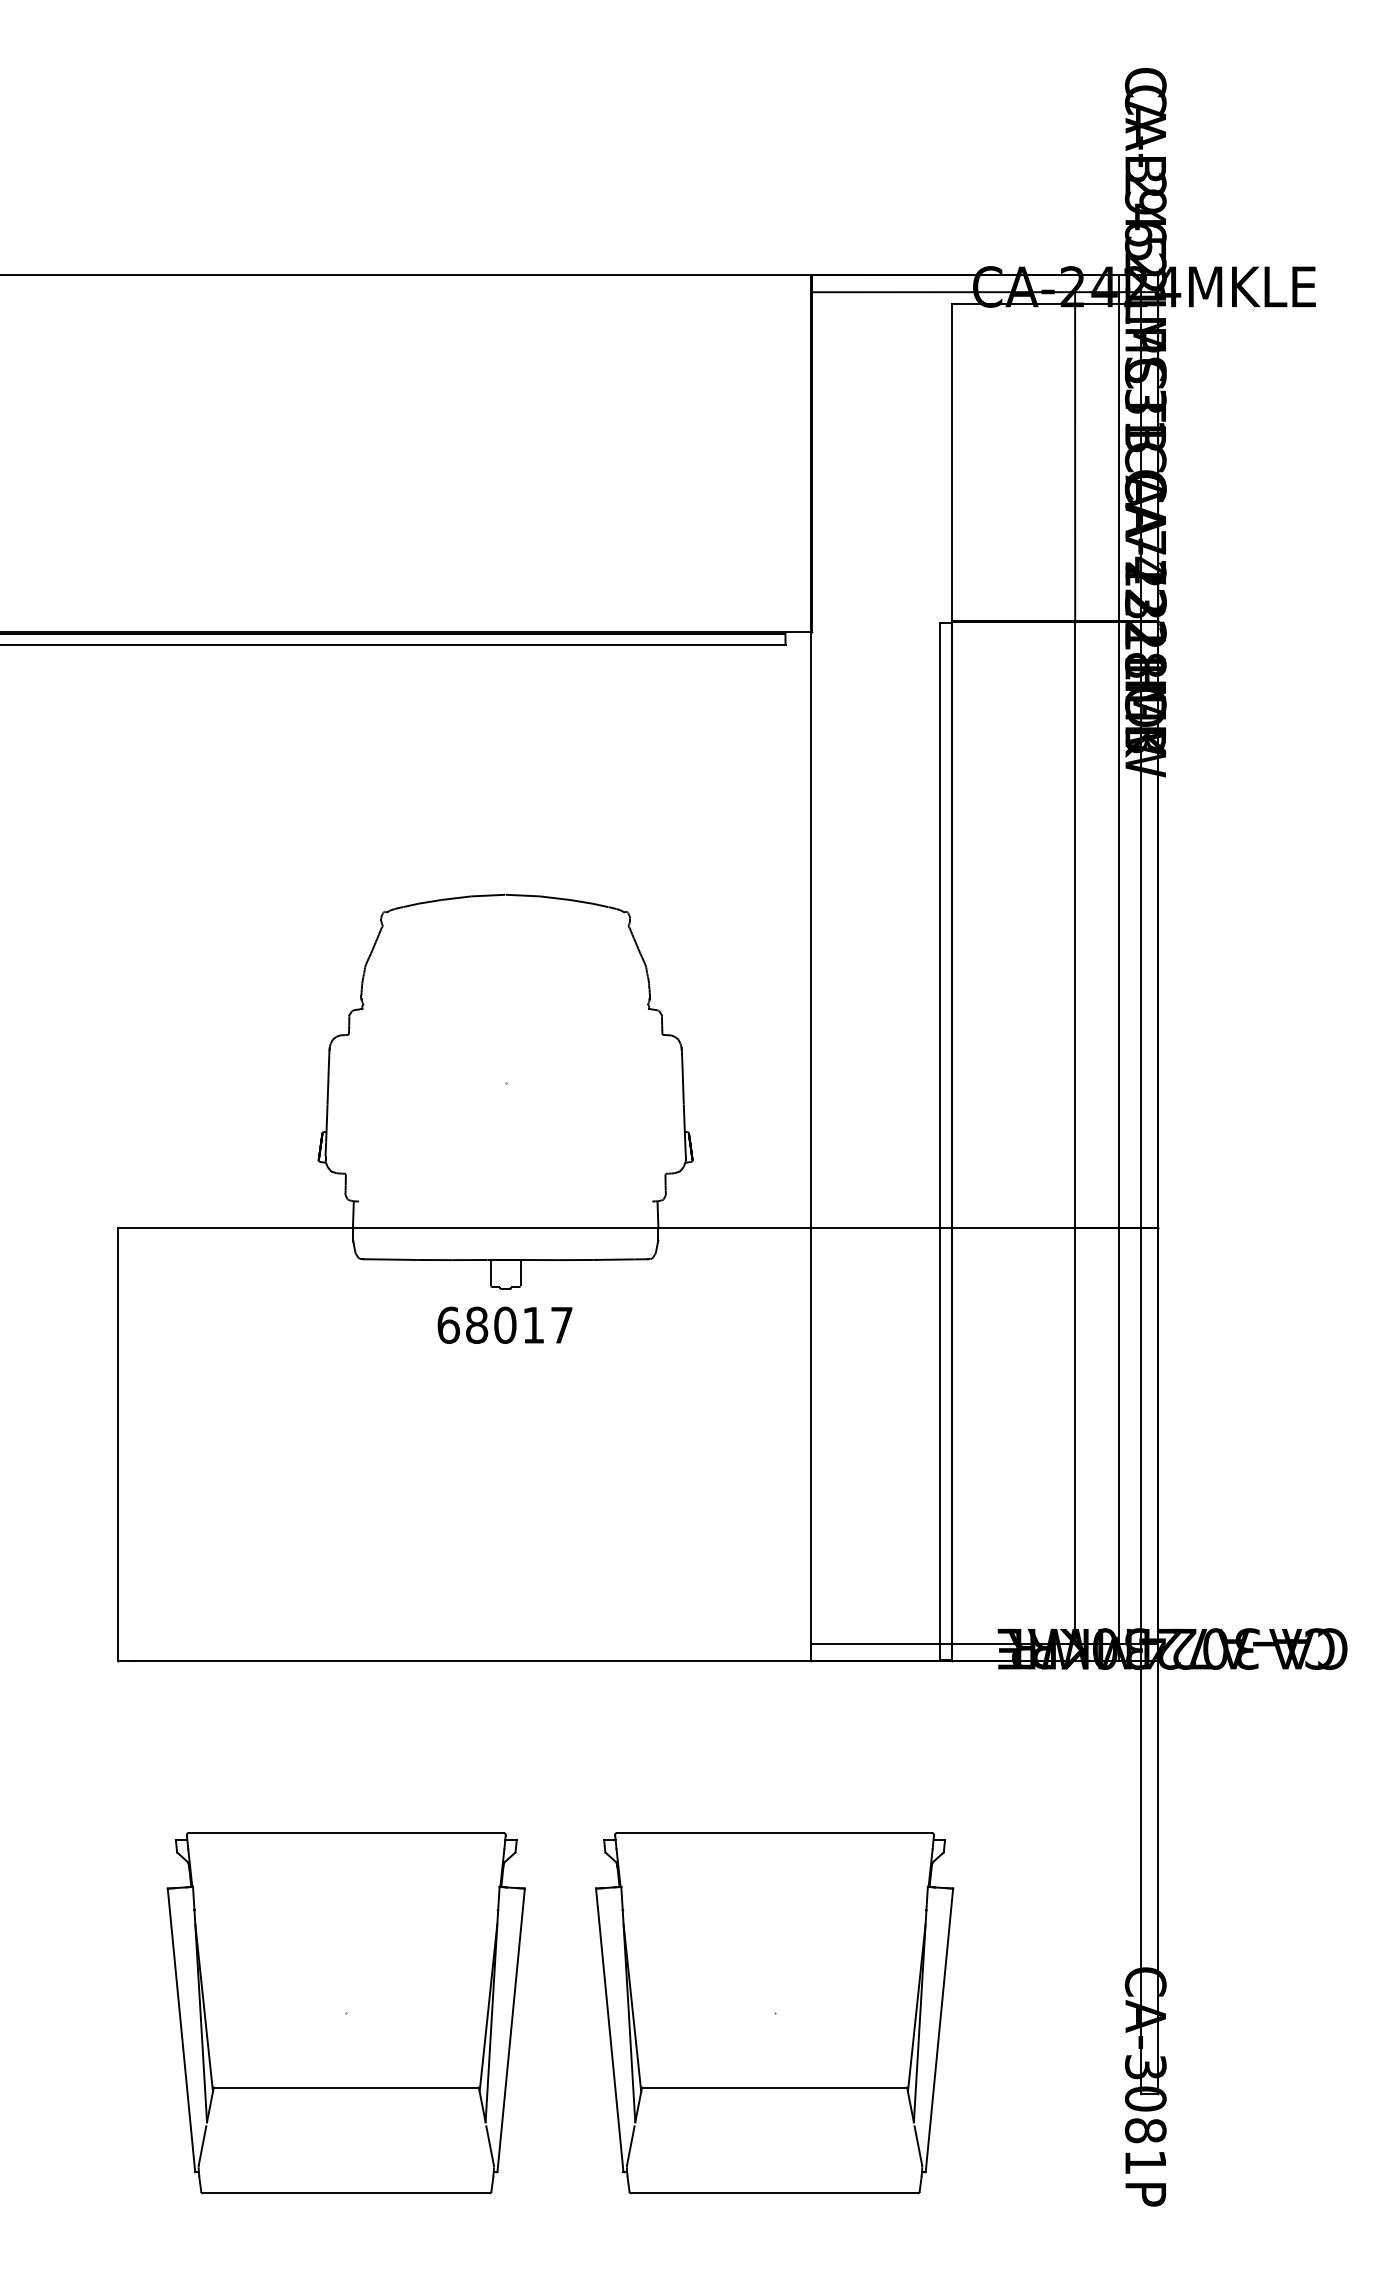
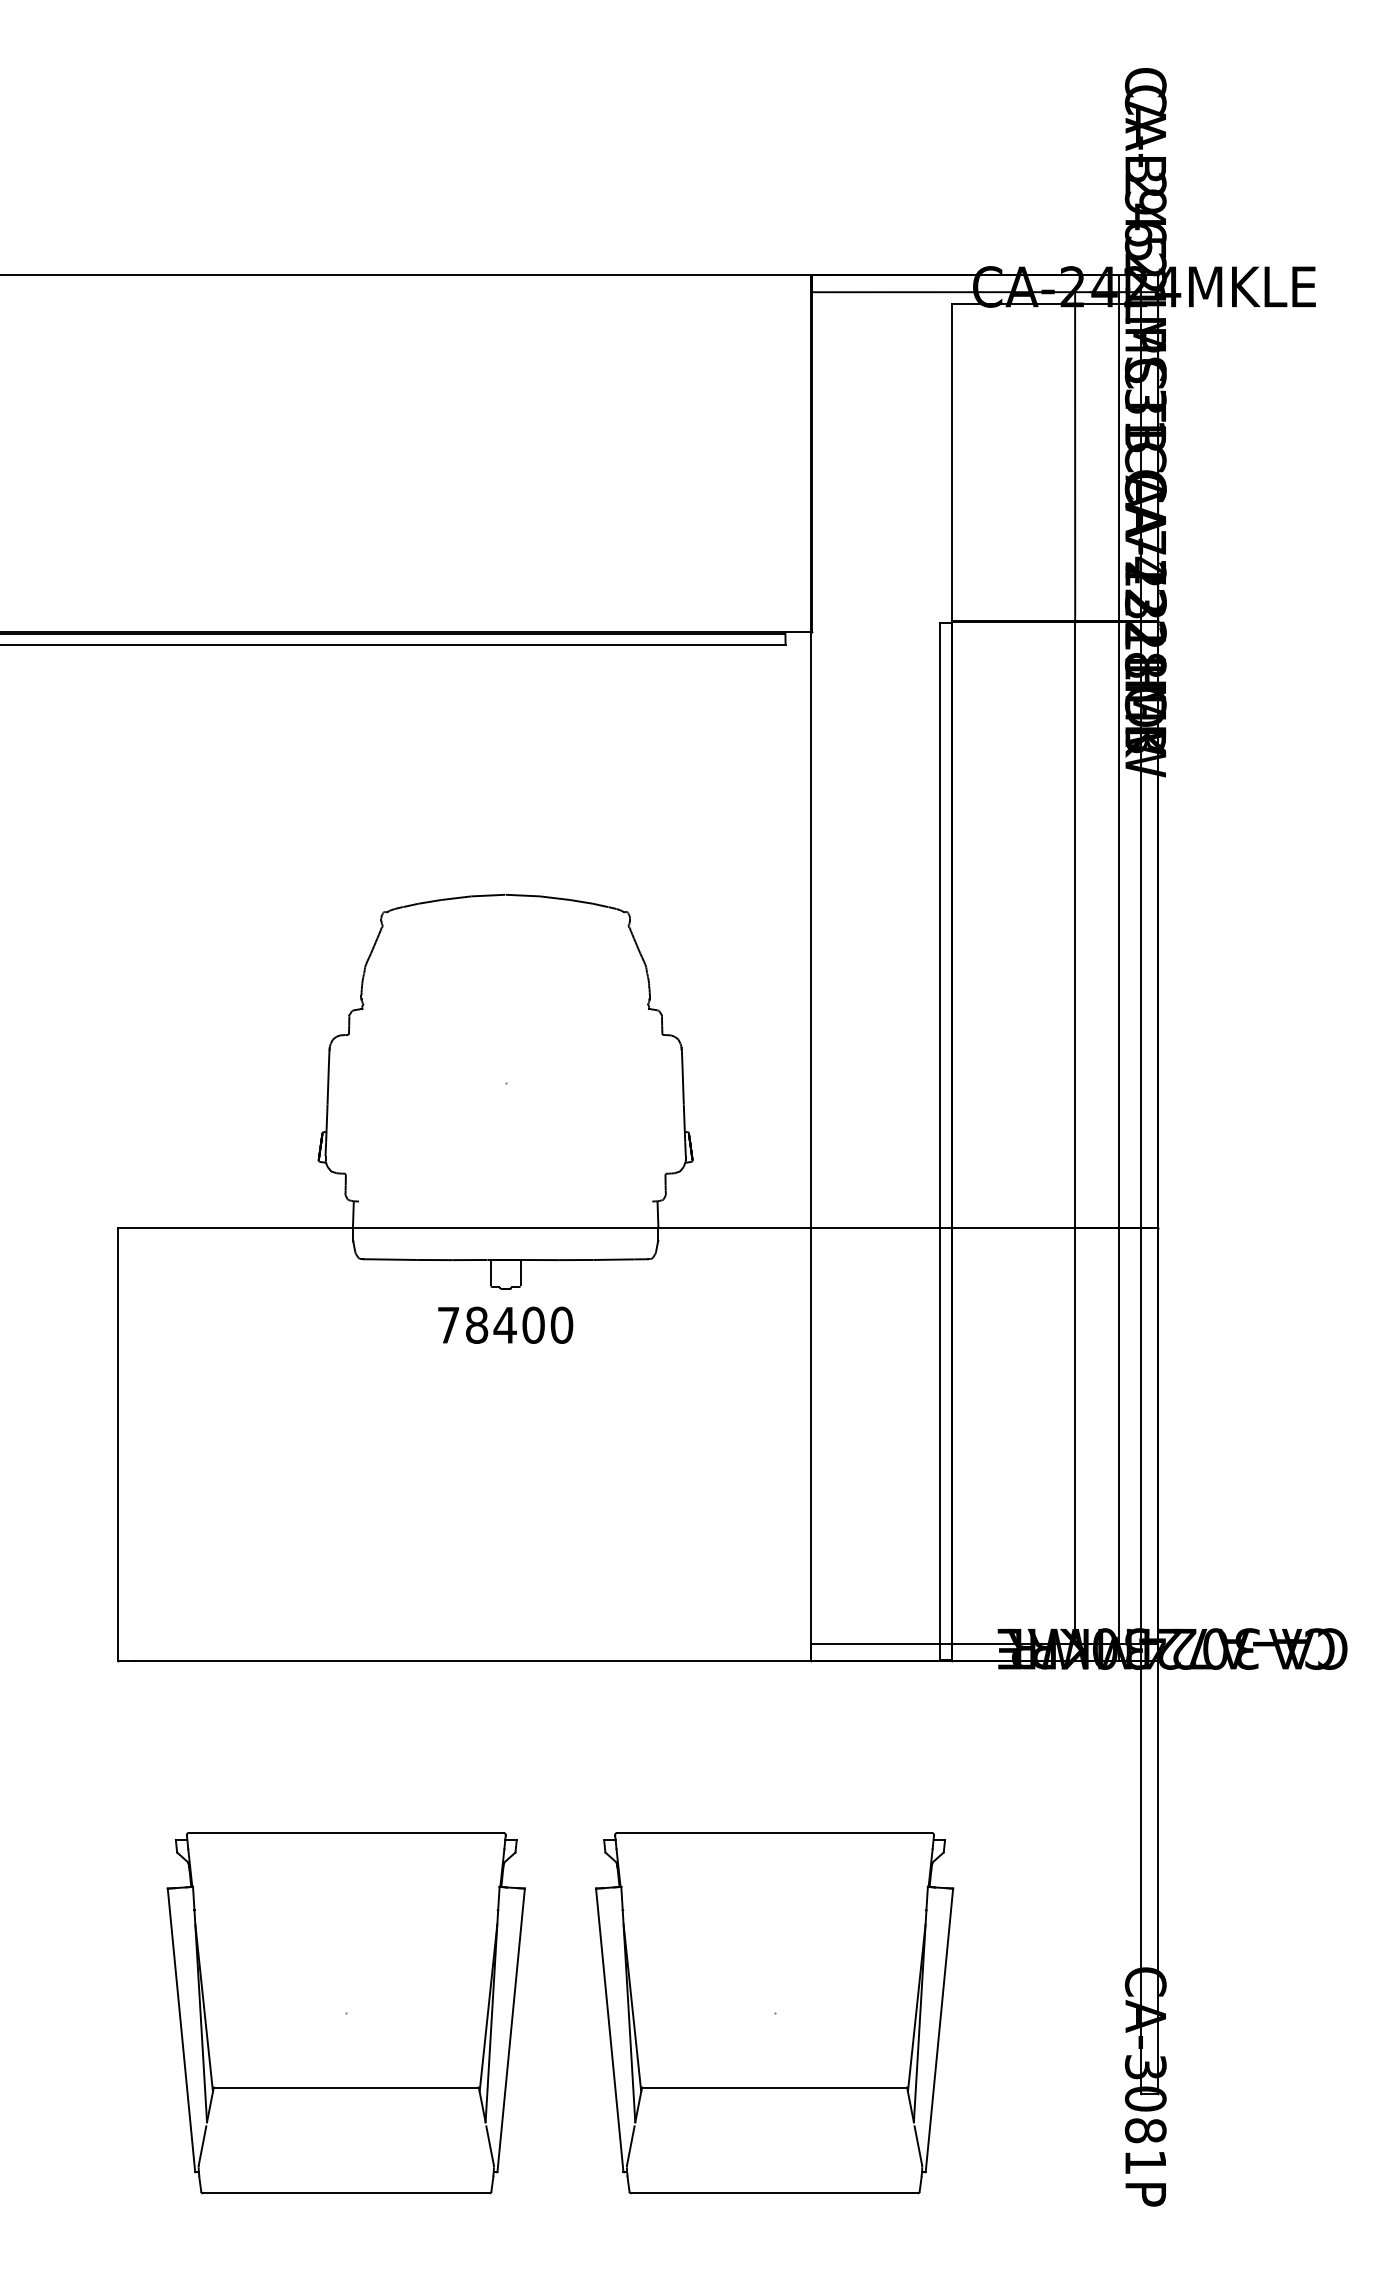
text at (505, 1324): 68017 -> 78400
